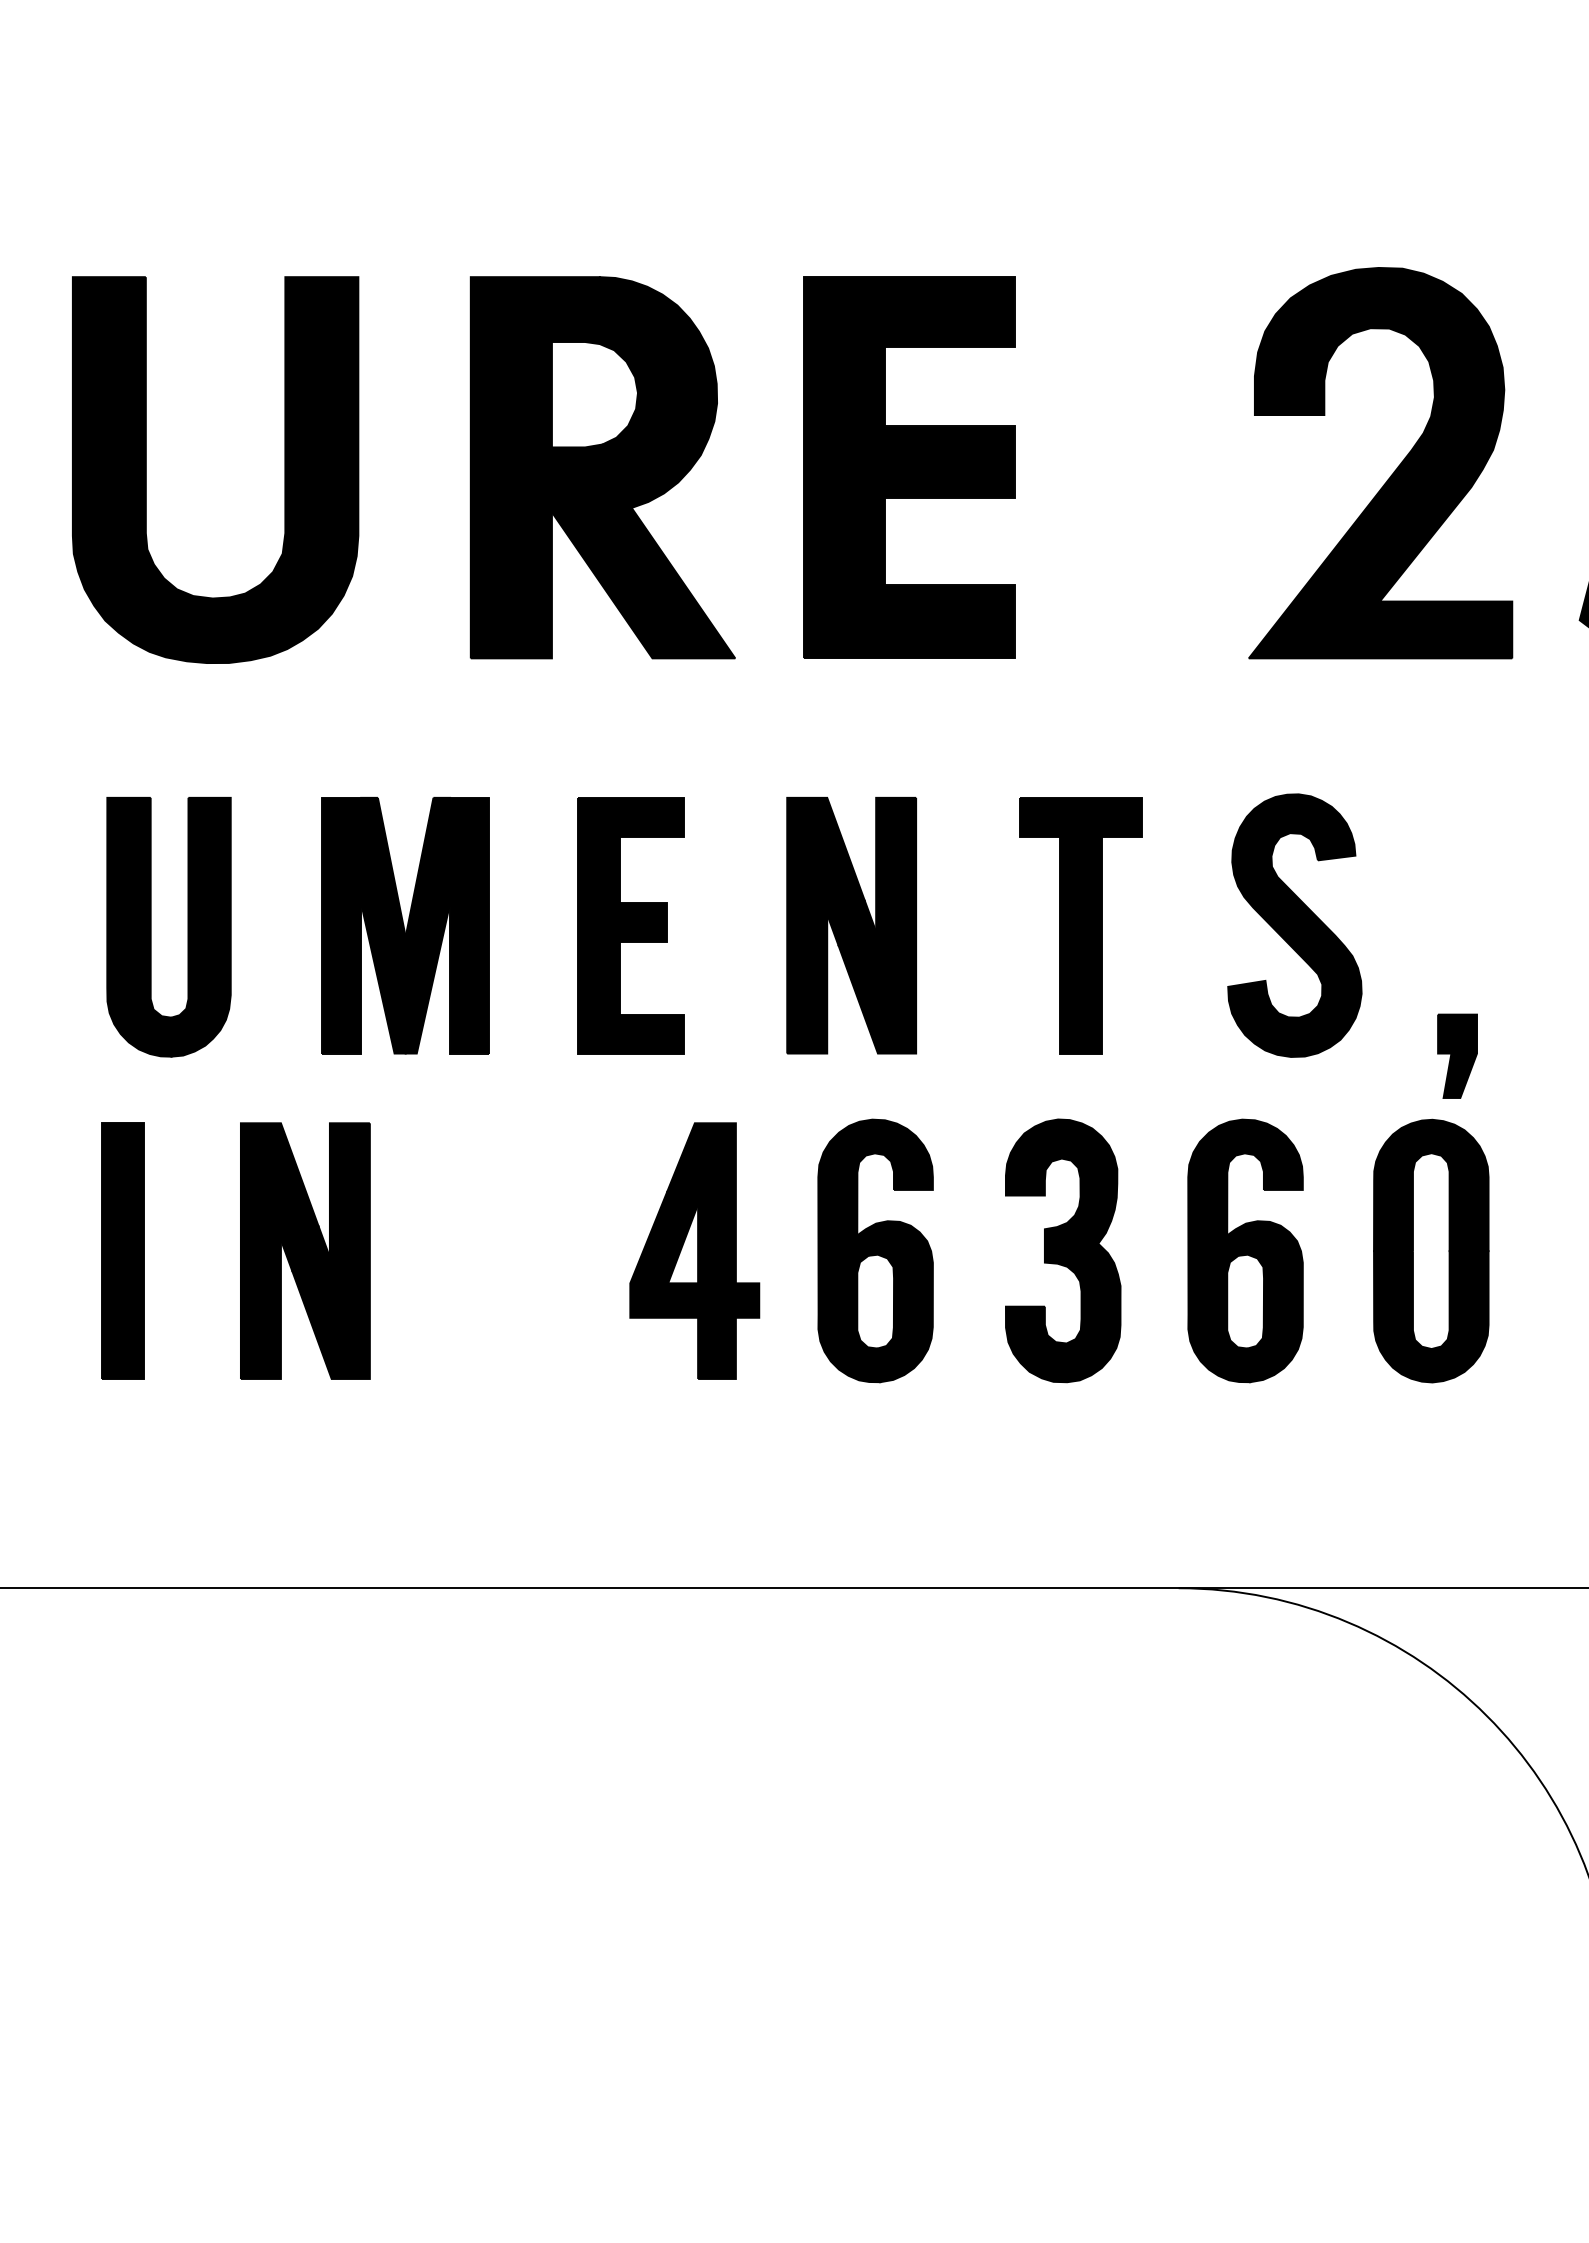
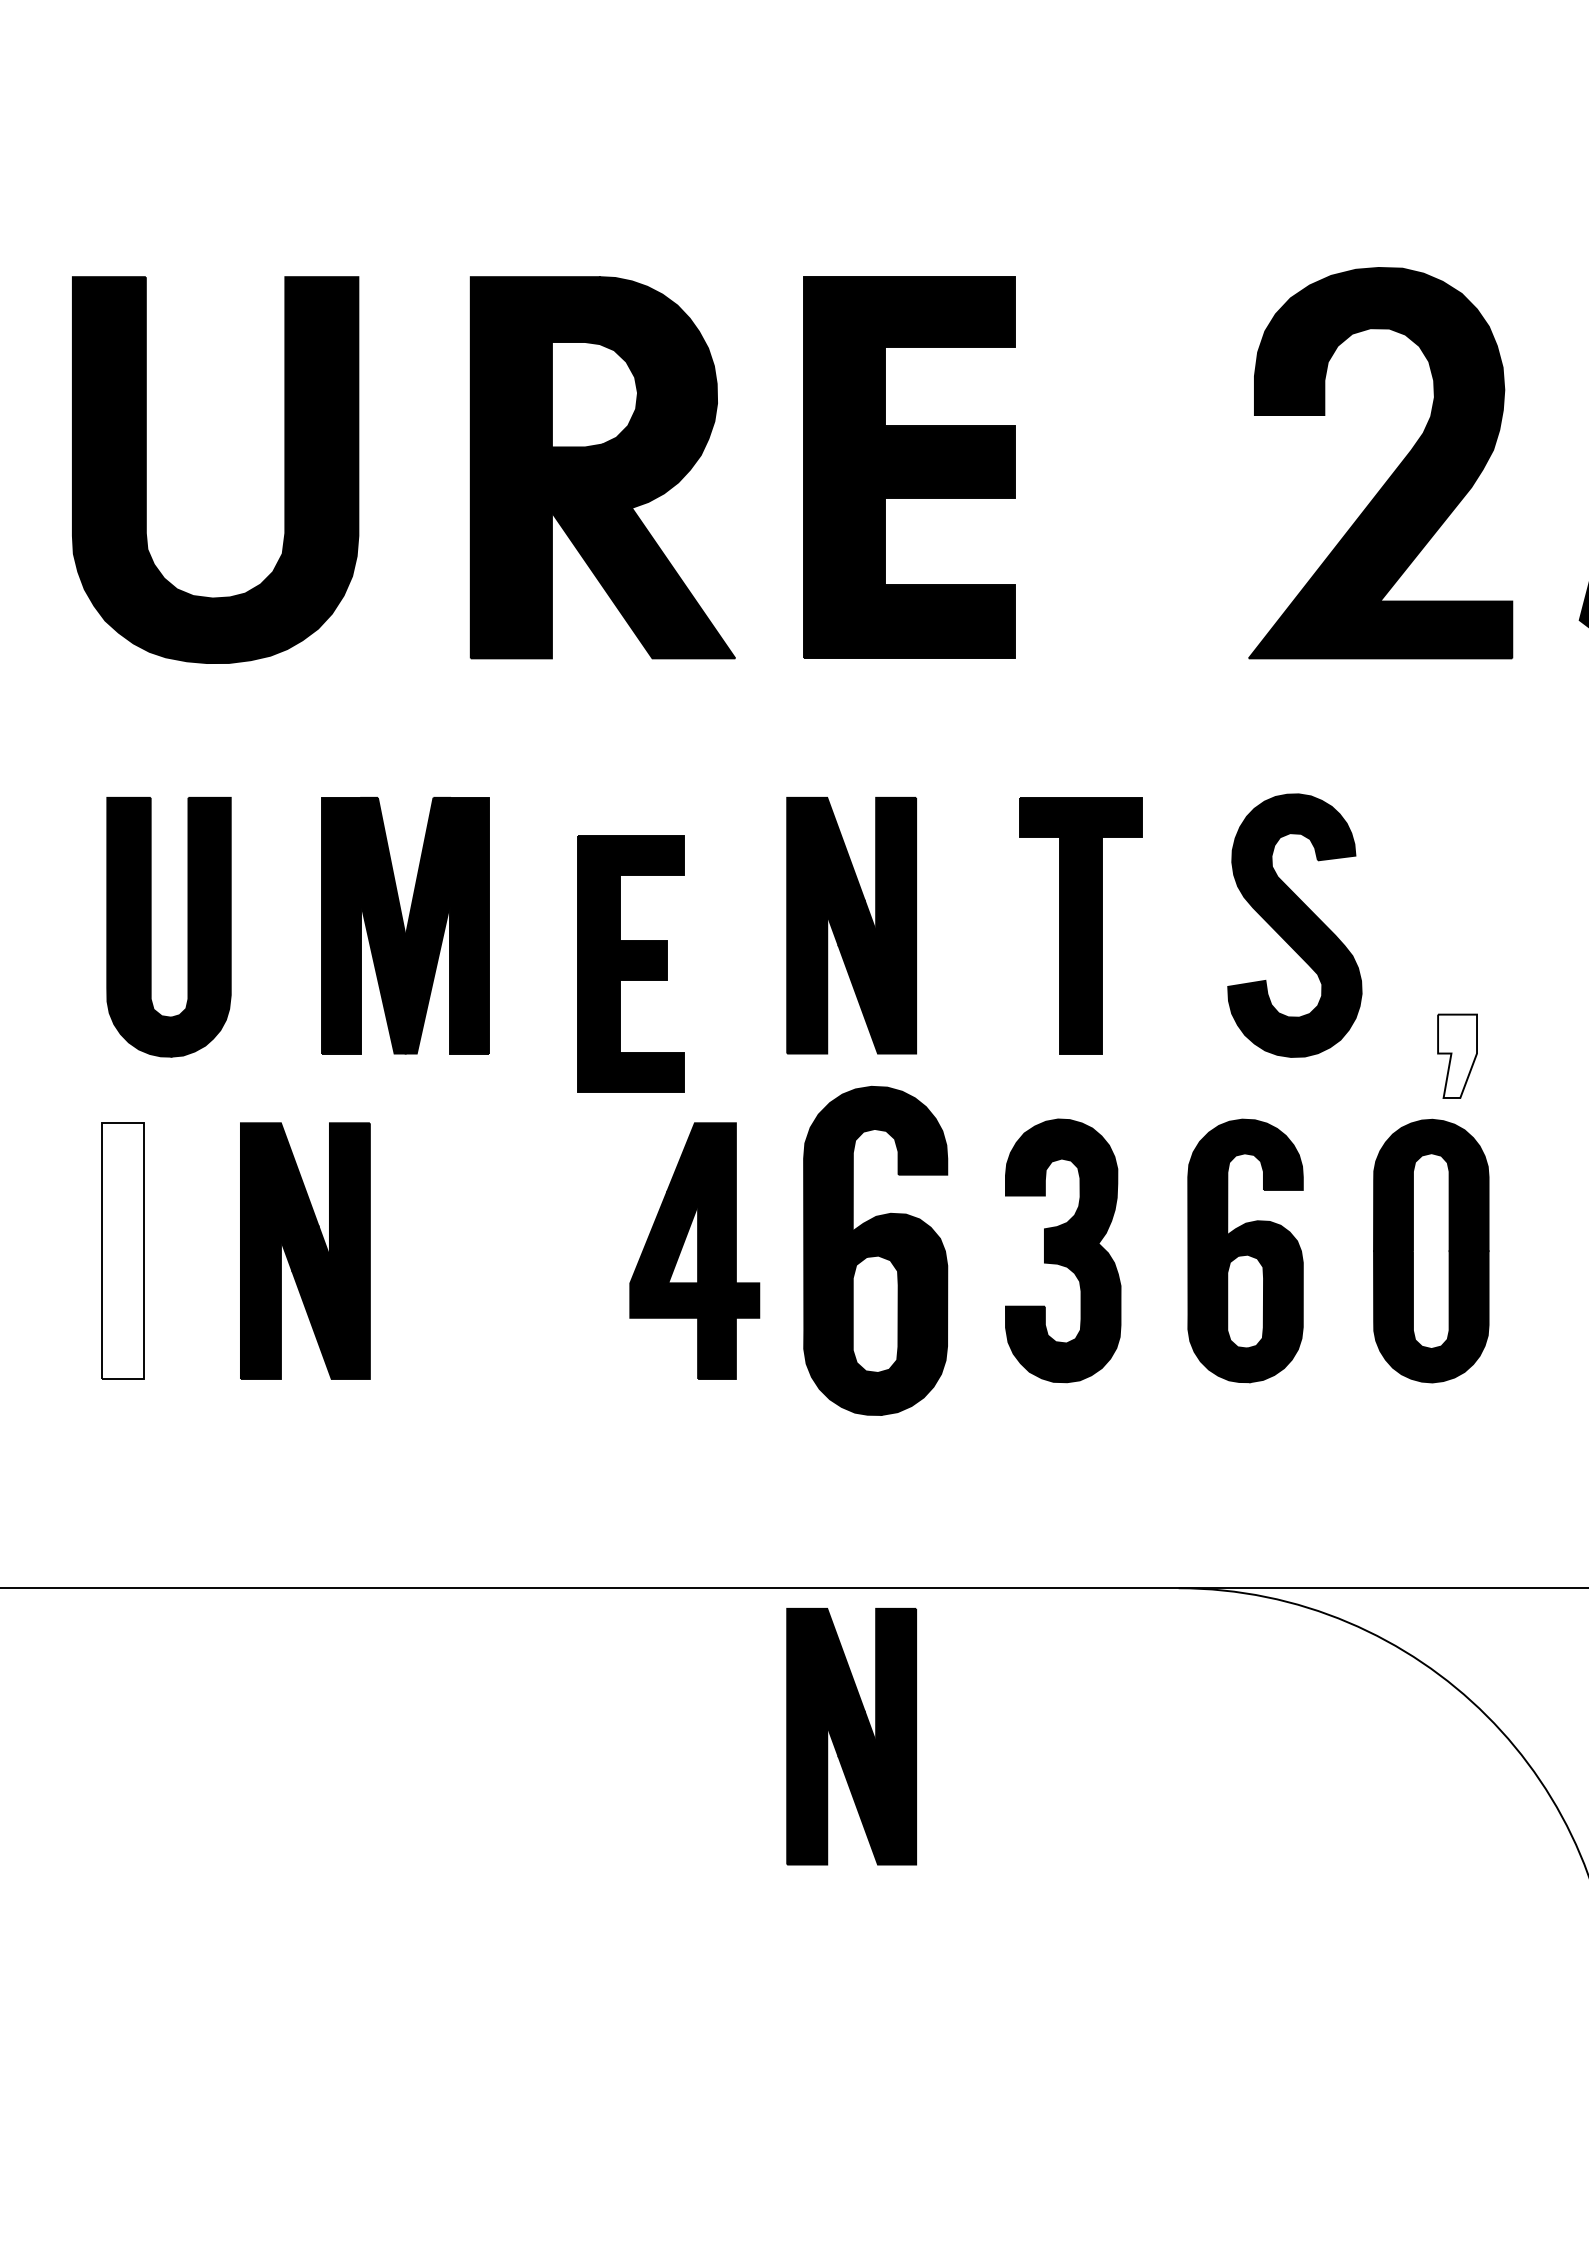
part at (630, 925) position: (630, 925) -> (630, 963)
fill at (1457, 1055): present -> none
fill at (122, 1250): present -> none
part at (875, 1250) size: 117x266 px -> 146x331 px
part at (851, 1736): none -> present
